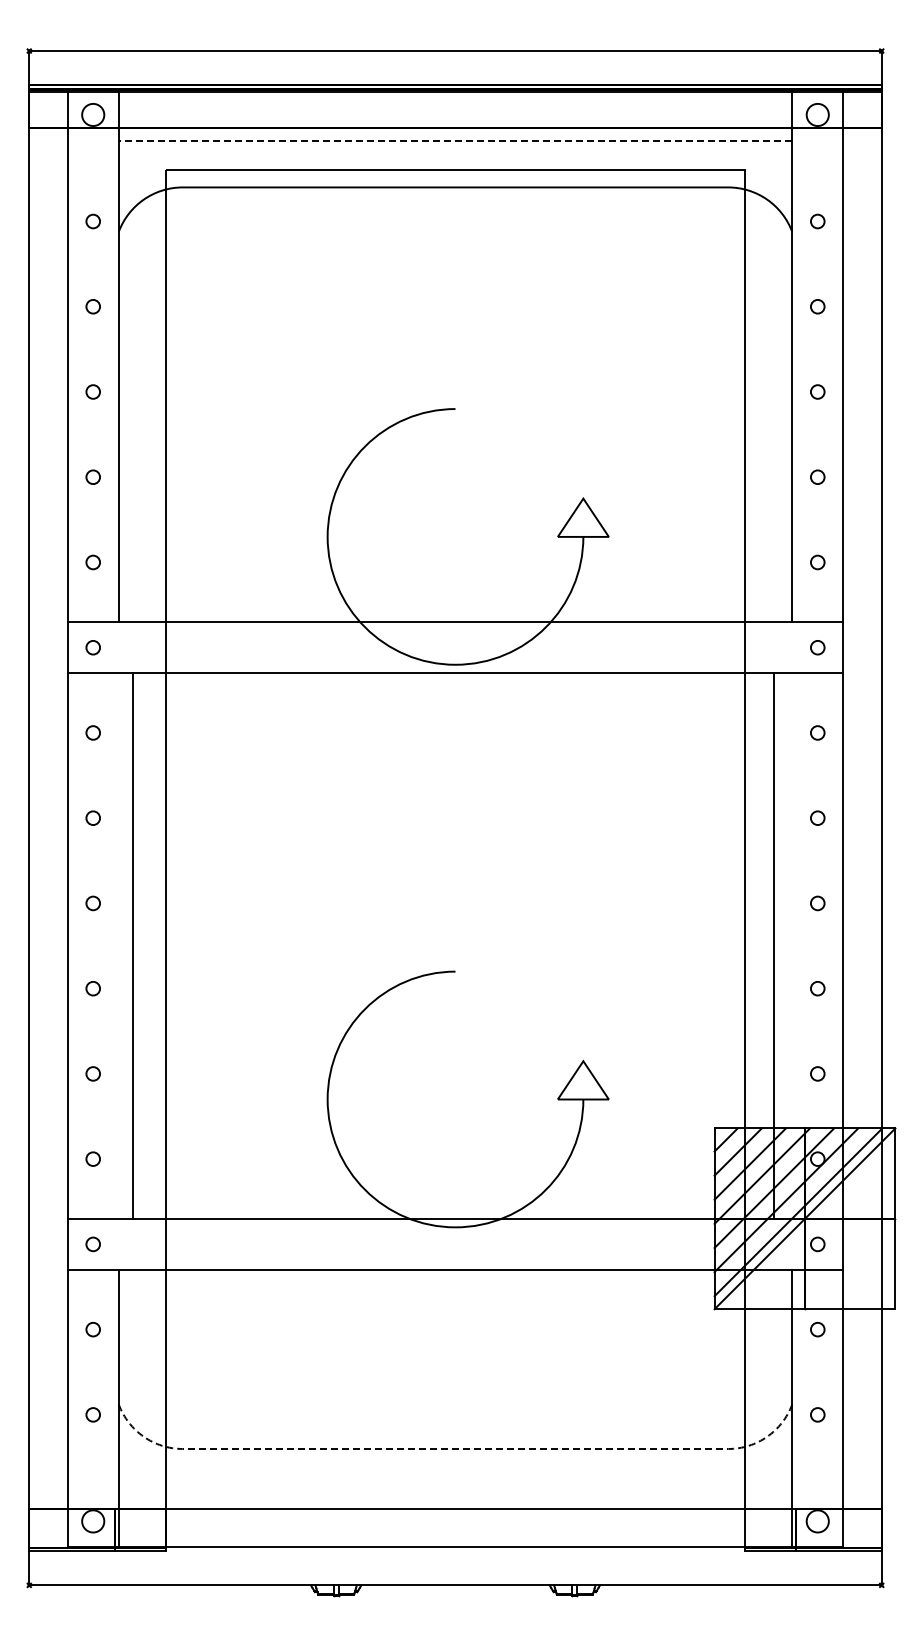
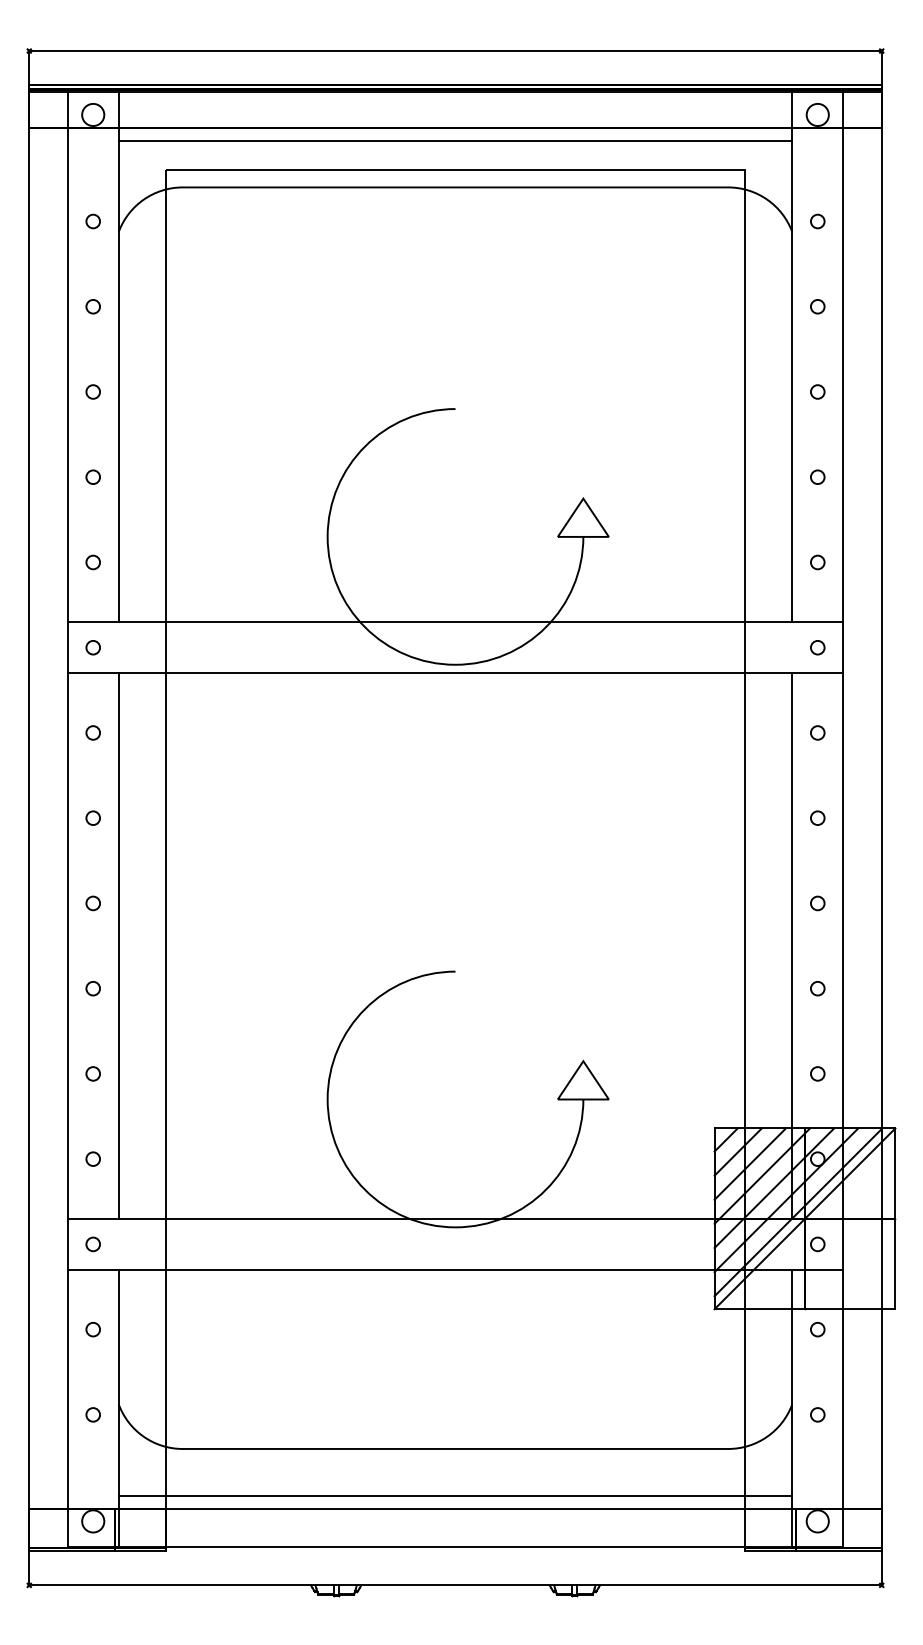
line at (455, 140): dashed -> solid
line at (132, 945) position: (132, 945) -> (118, 945)
line at (774, 945) position: (774, 945) -> (792, 945)
line at (455, 1448): dashed -> solid
line at (455, 1495): none -> present
